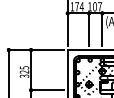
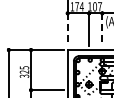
line at (67, 30): solid -> dashed
line at (102, 30): solid -> dashed
